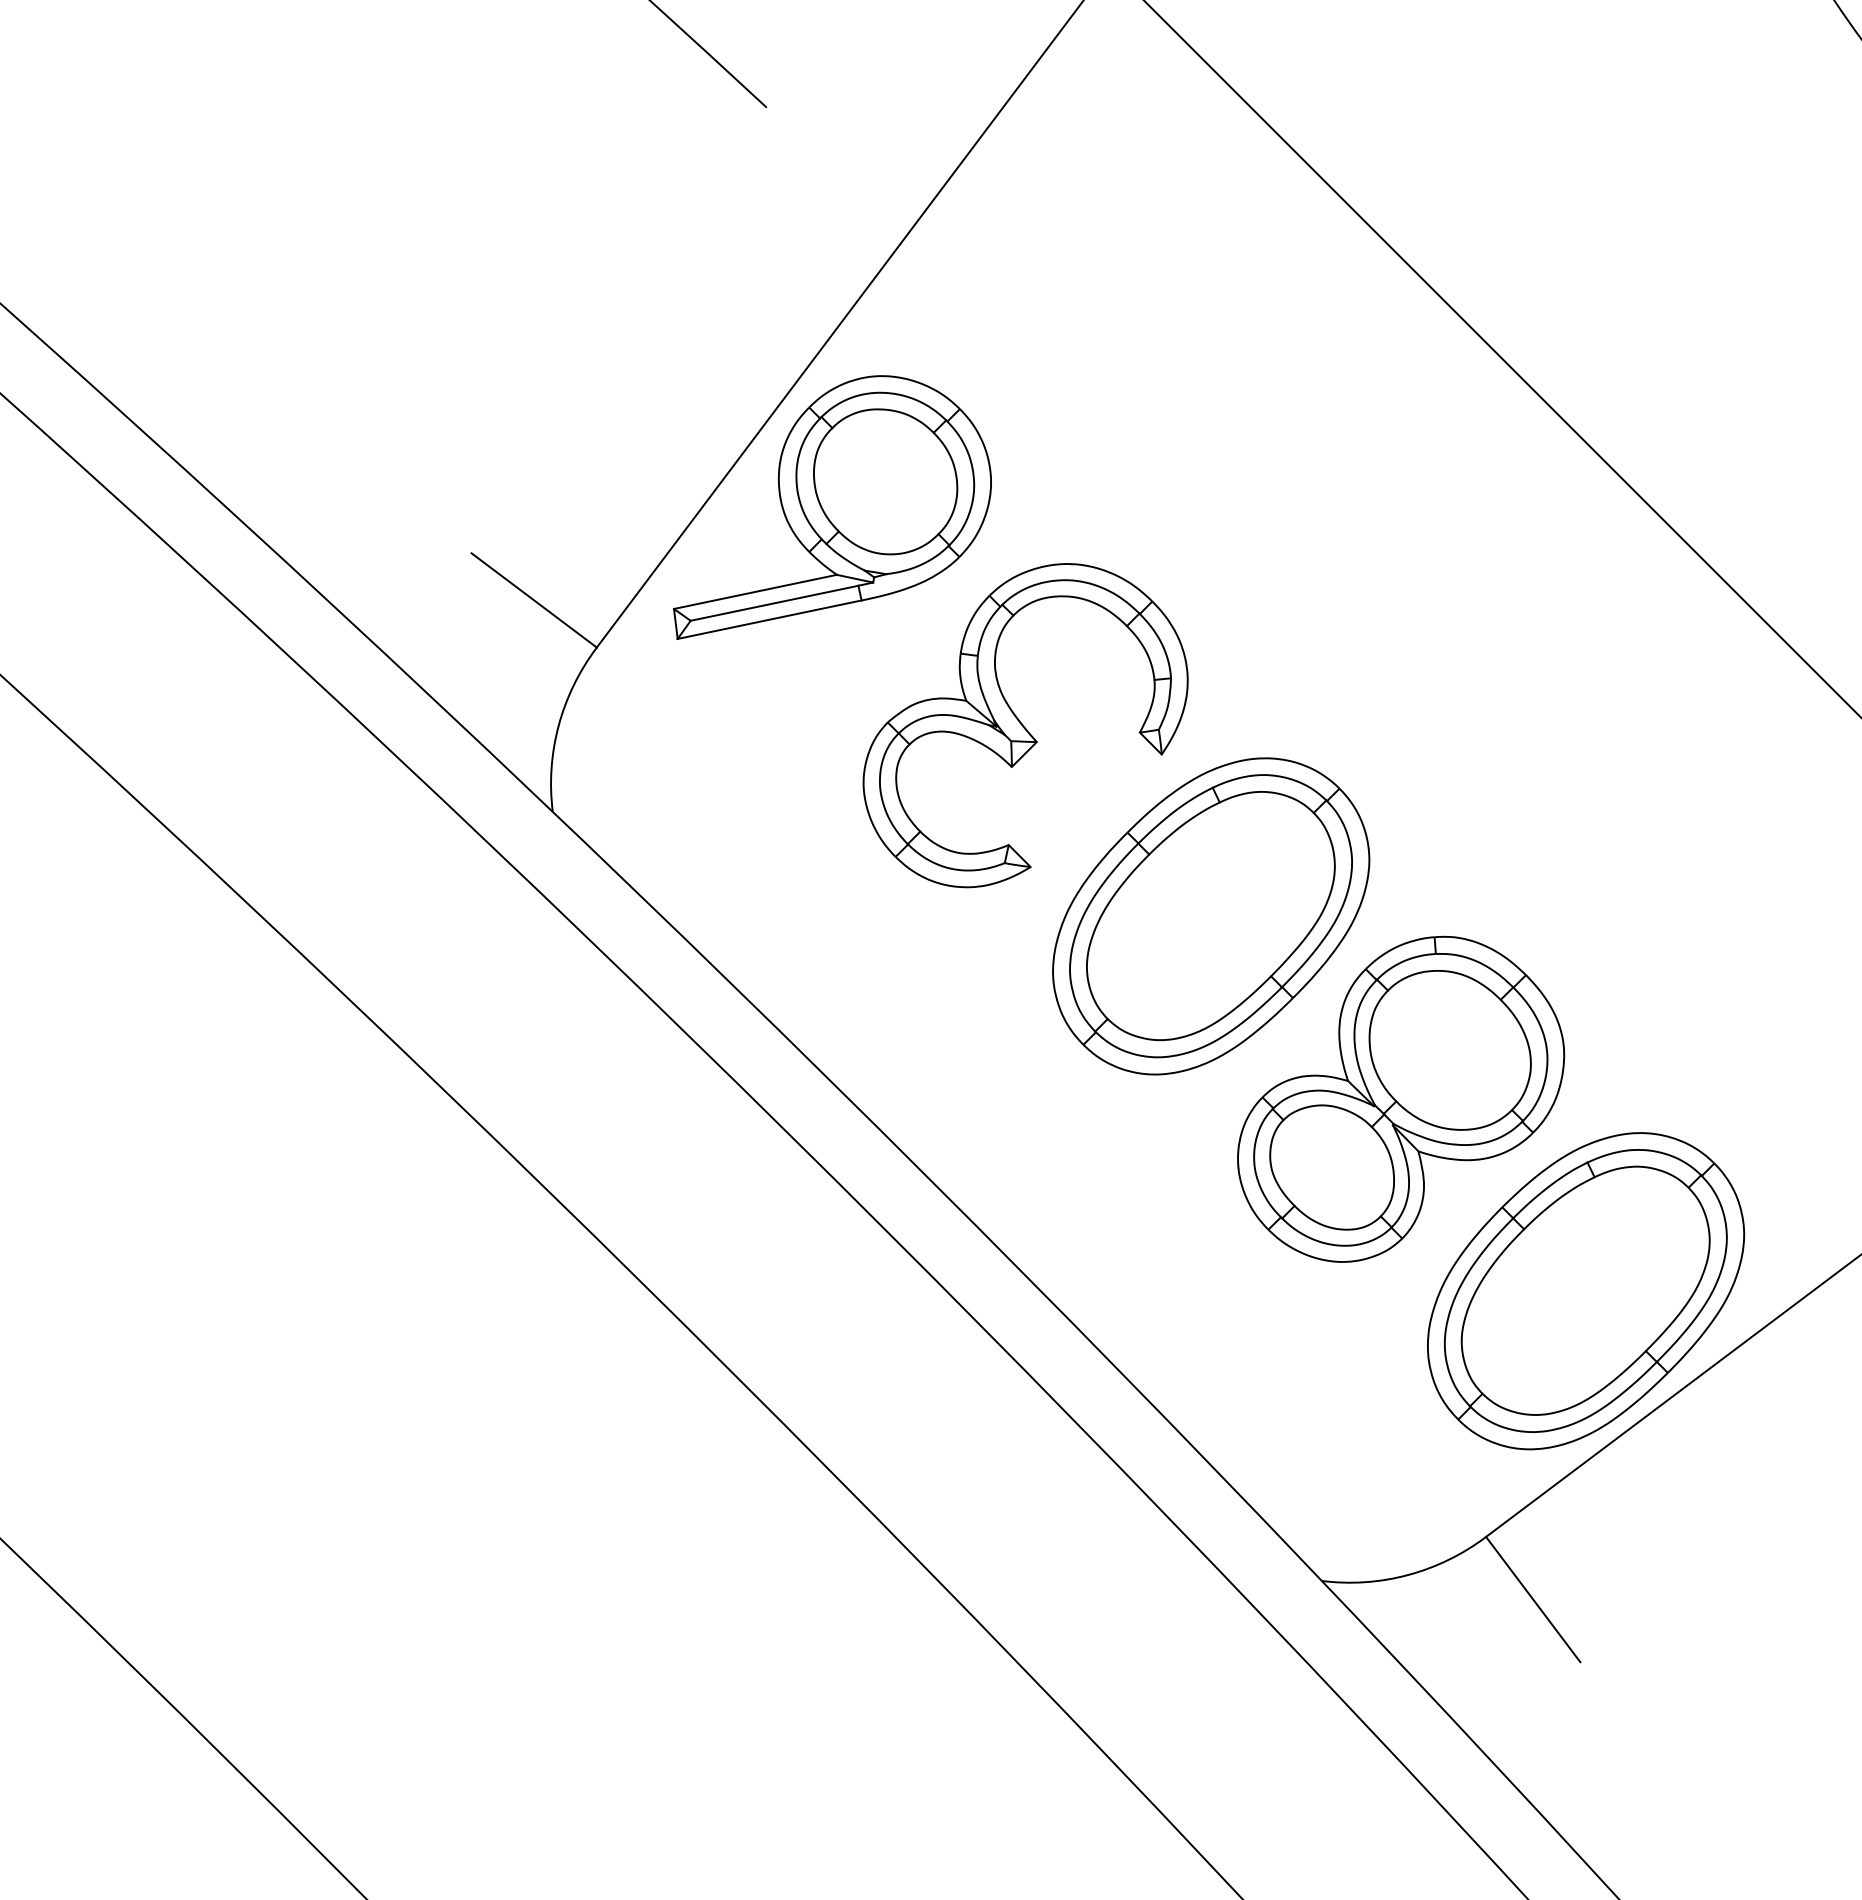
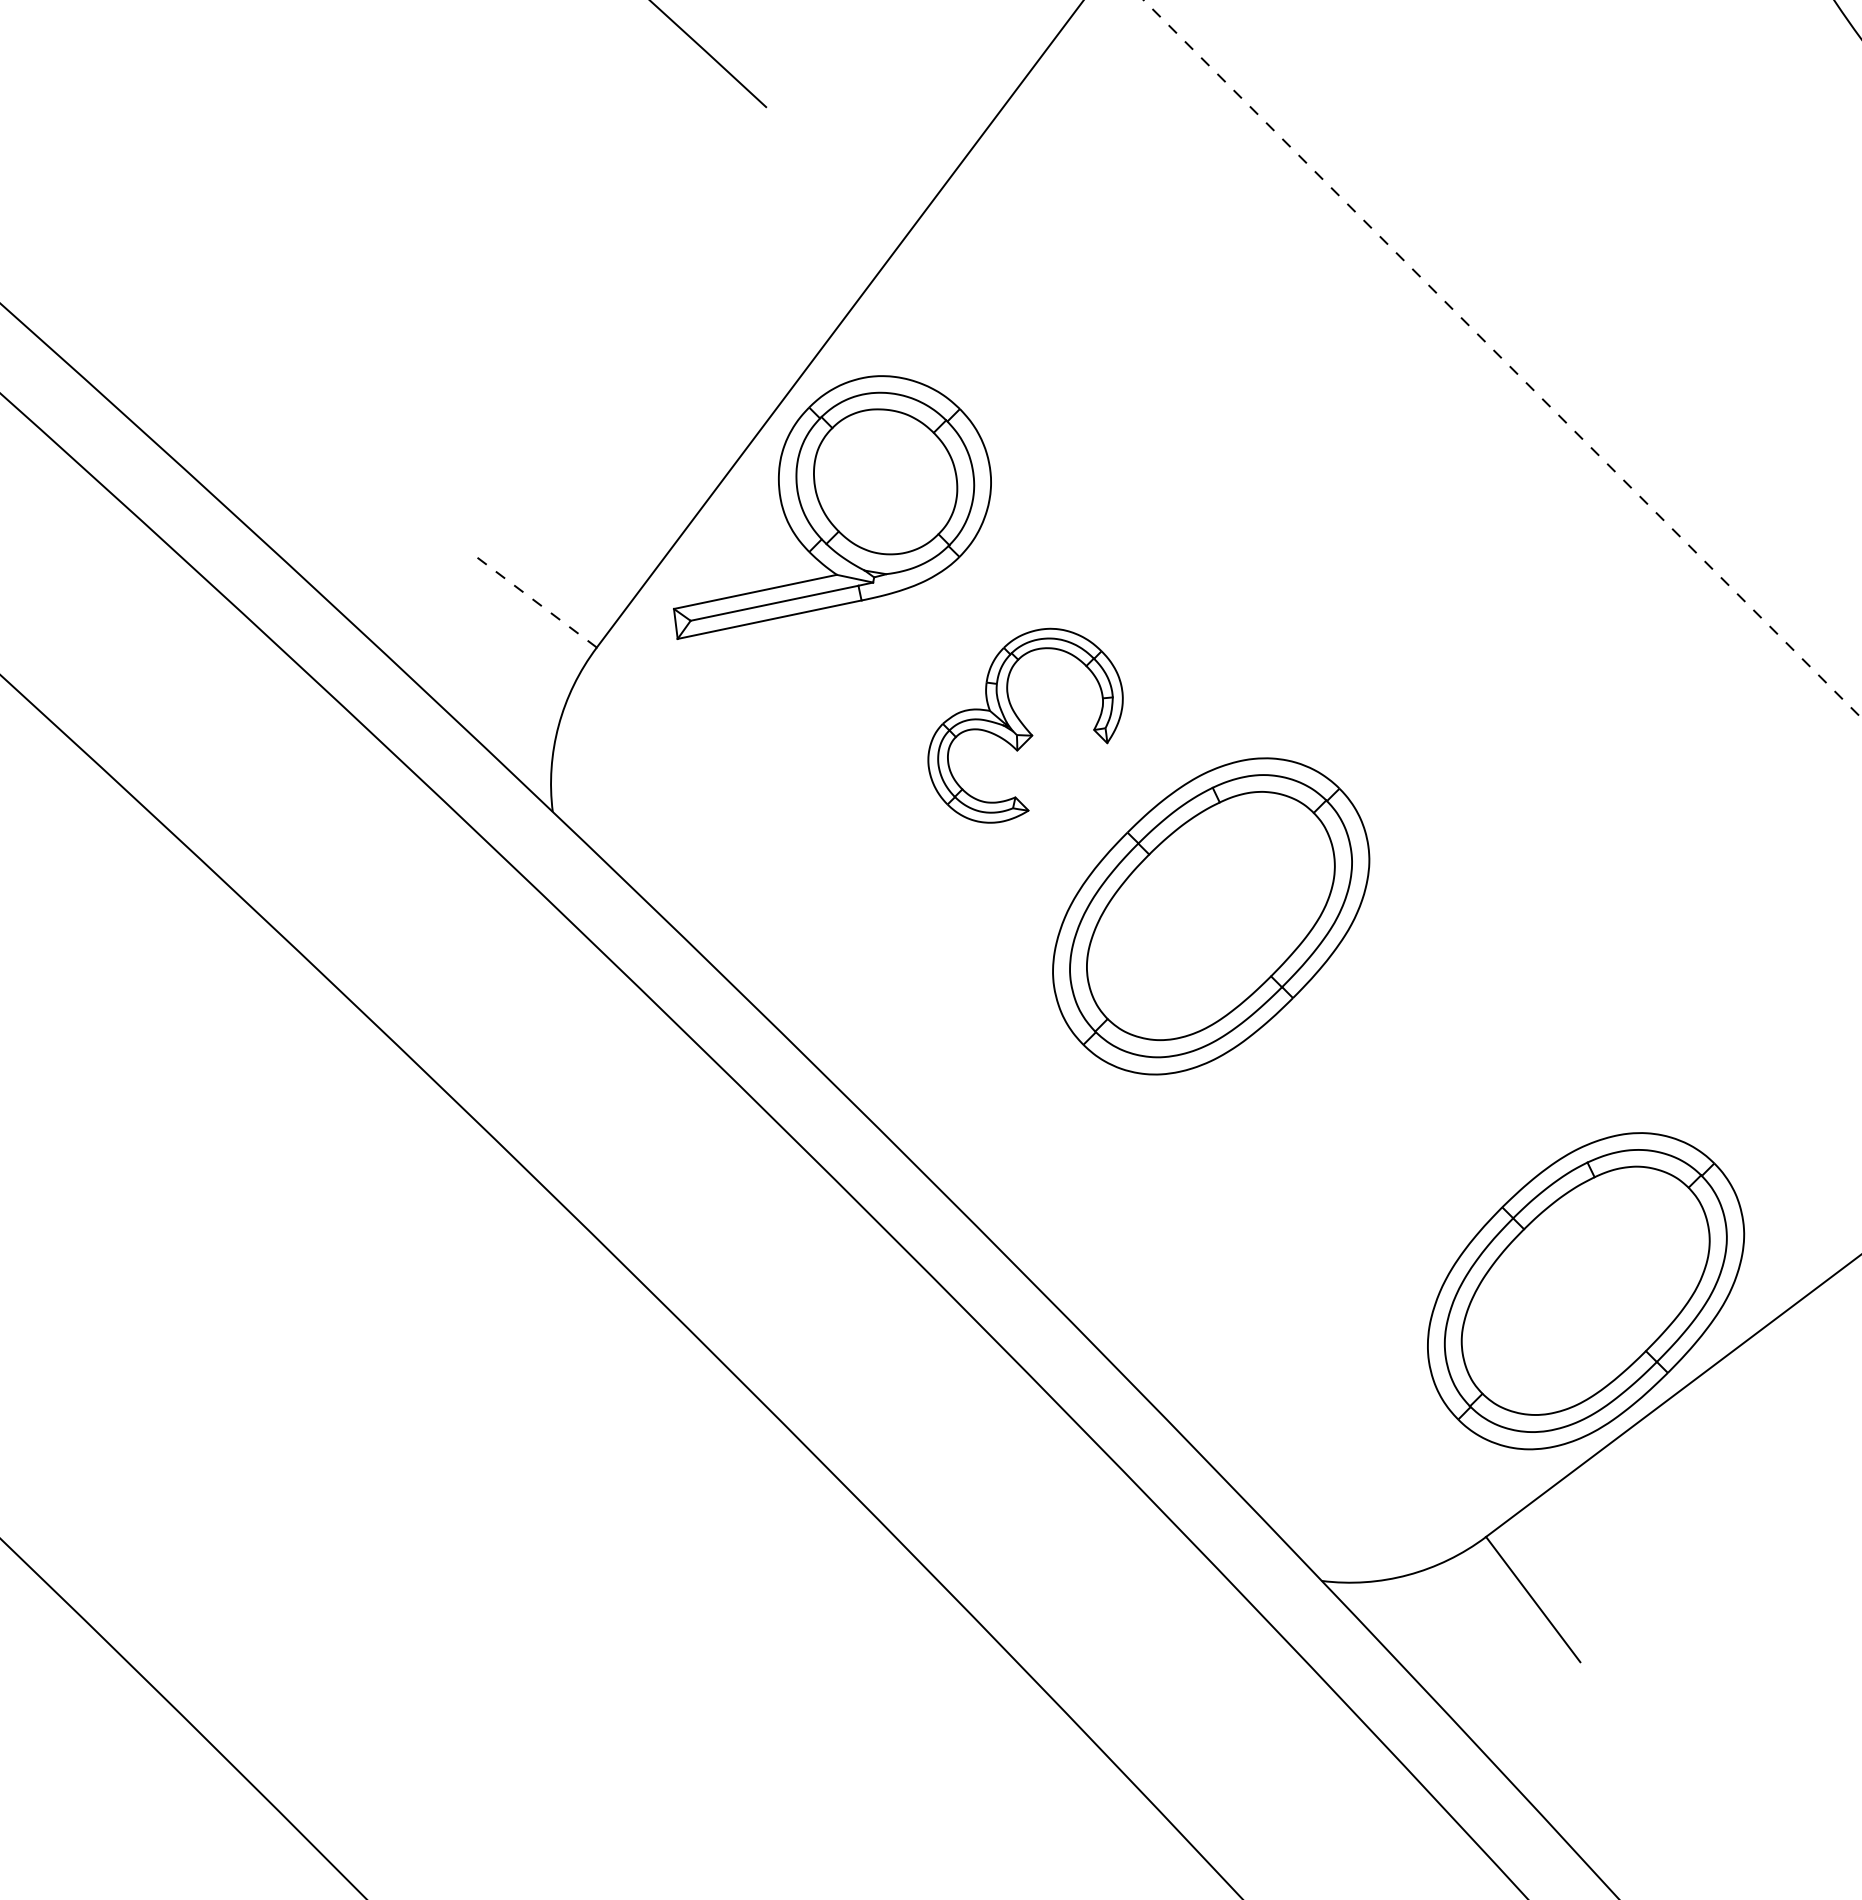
line at (1502, 359): solid -> dashed
line at (533, 600): solid -> dashed
part at (1025, 725) size: 327x326 px -> 197x197 px
part at (1401, 1098): present -> none
